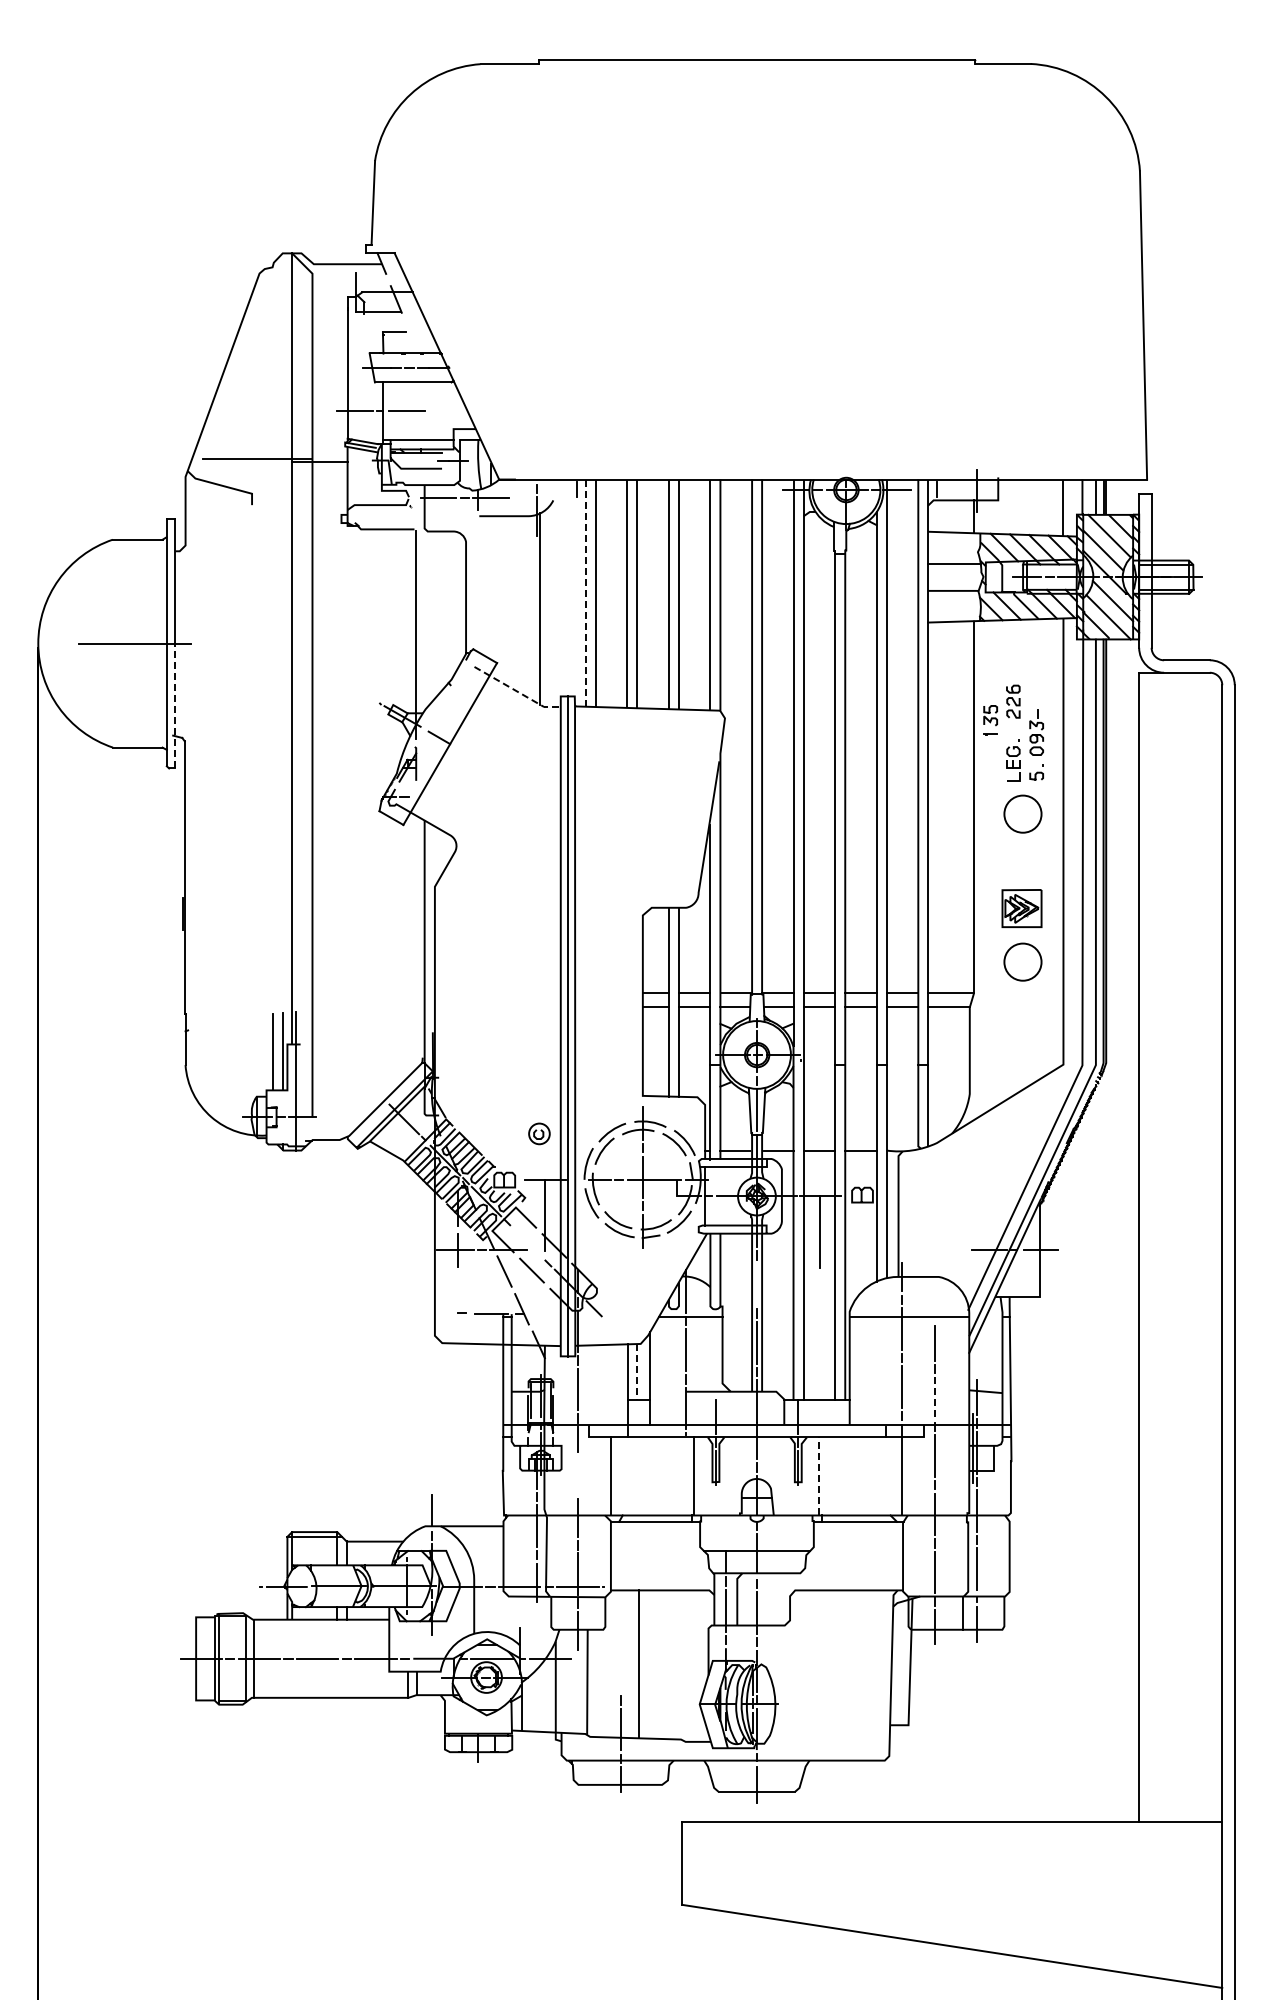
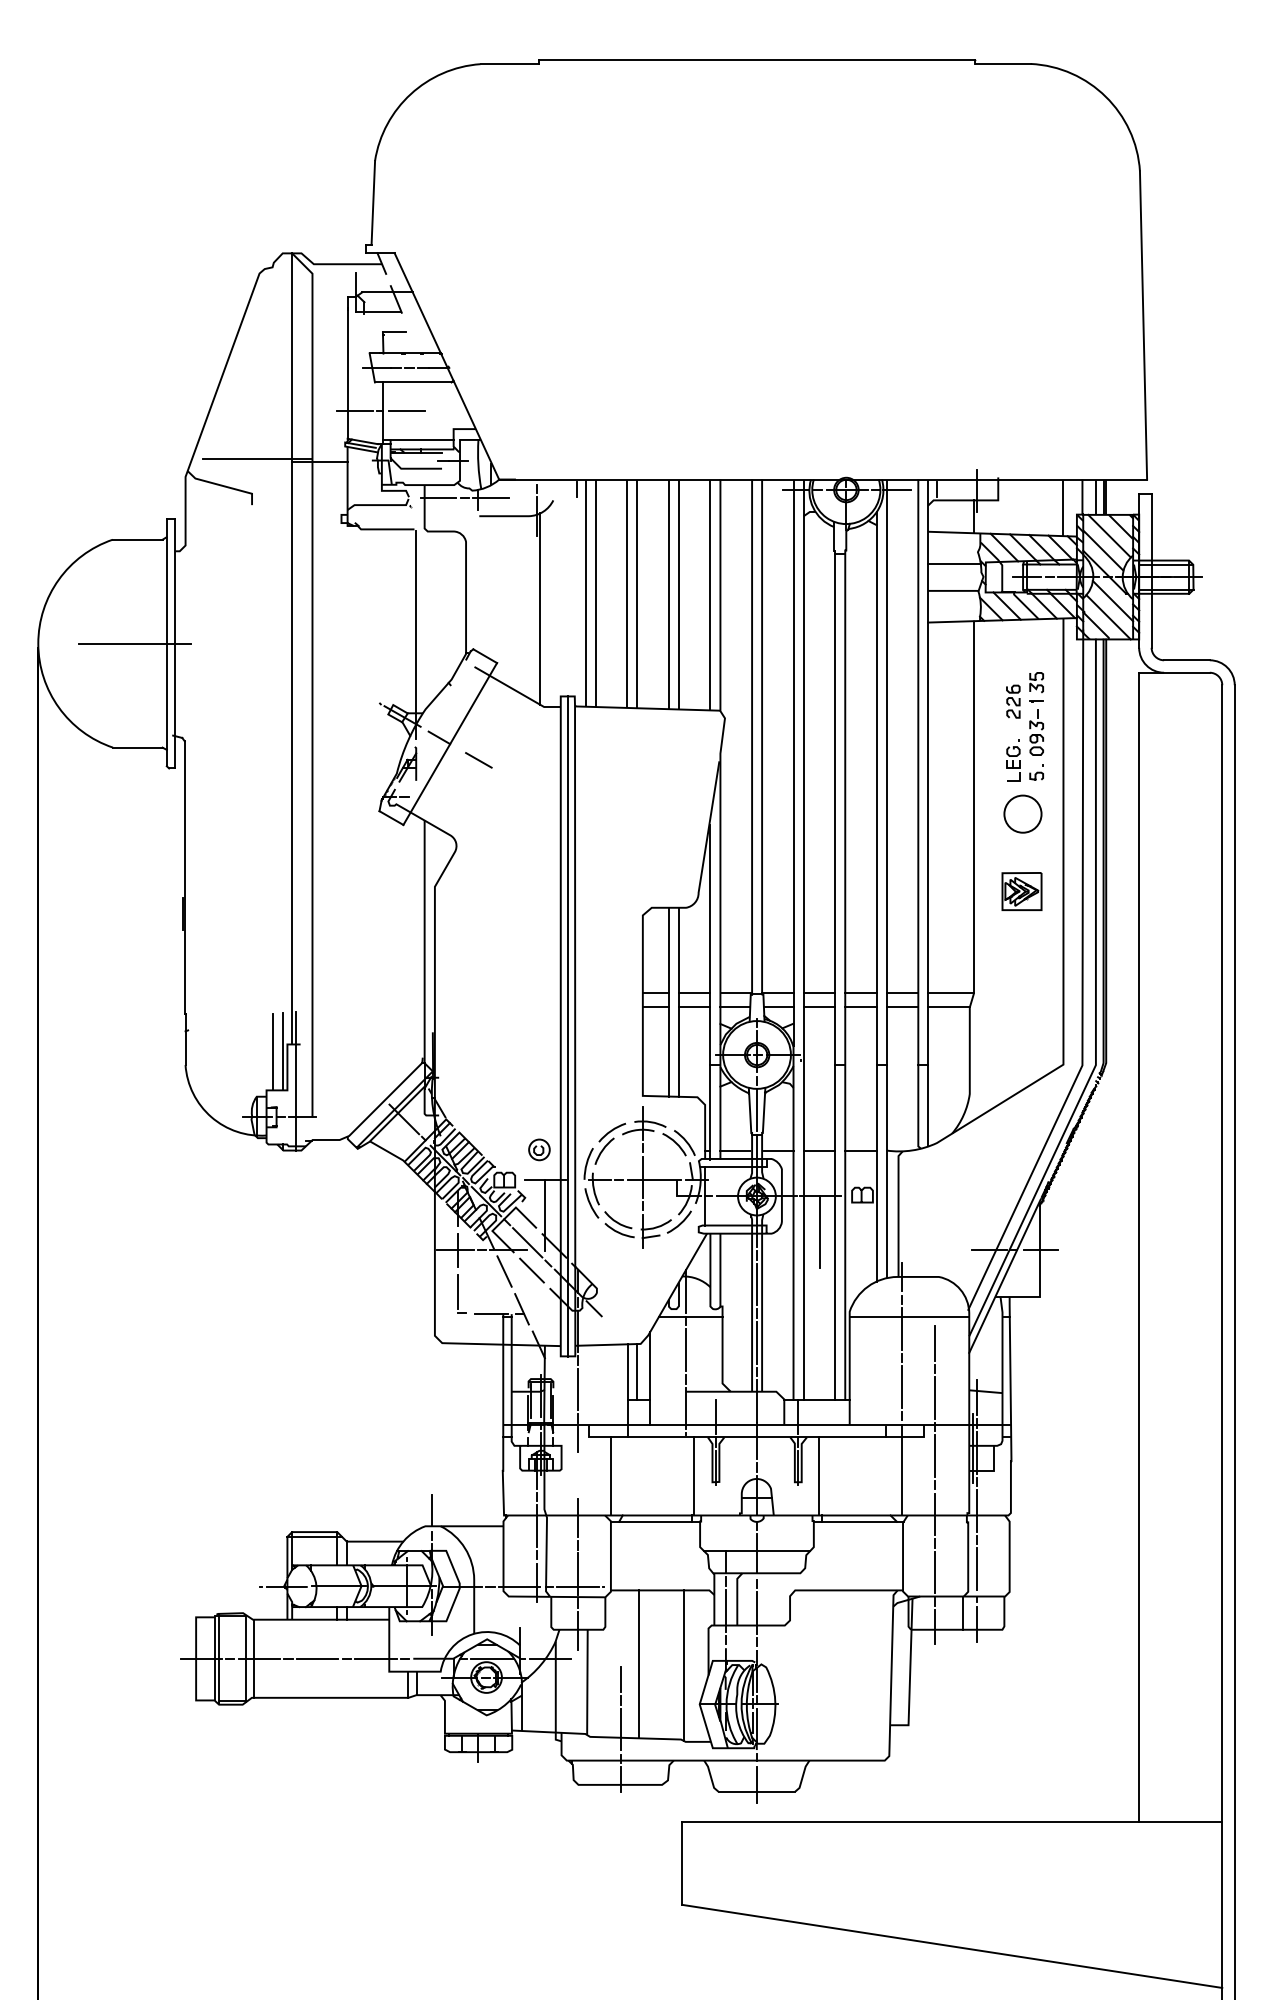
line at (585, 593): dashed -> solid
line at (517, 691): dashed -> solid
line at (175, 705): dashed -> solid
part at (990, 720) position: (990, 720) -> (1036, 687)
line at (478, 760): none -> present
part at (1021, 908) position: (1021, 908) -> (1021, 891)
circle at (1022, 961): present -> none
part at (539, 1133) position: (539, 1133) -> (539, 1149)
line at (527, 1242): none -> present
line at (756, 1284): none -> present
line at (457, 1291): none -> present
line at (637, 1371): dashed -> solid
line at (935, 1397): dashed -> solid
line at (819, 1475): dashed -> solid
line at (683, 1665): none -> present
line at (620, 1679): none -> present
